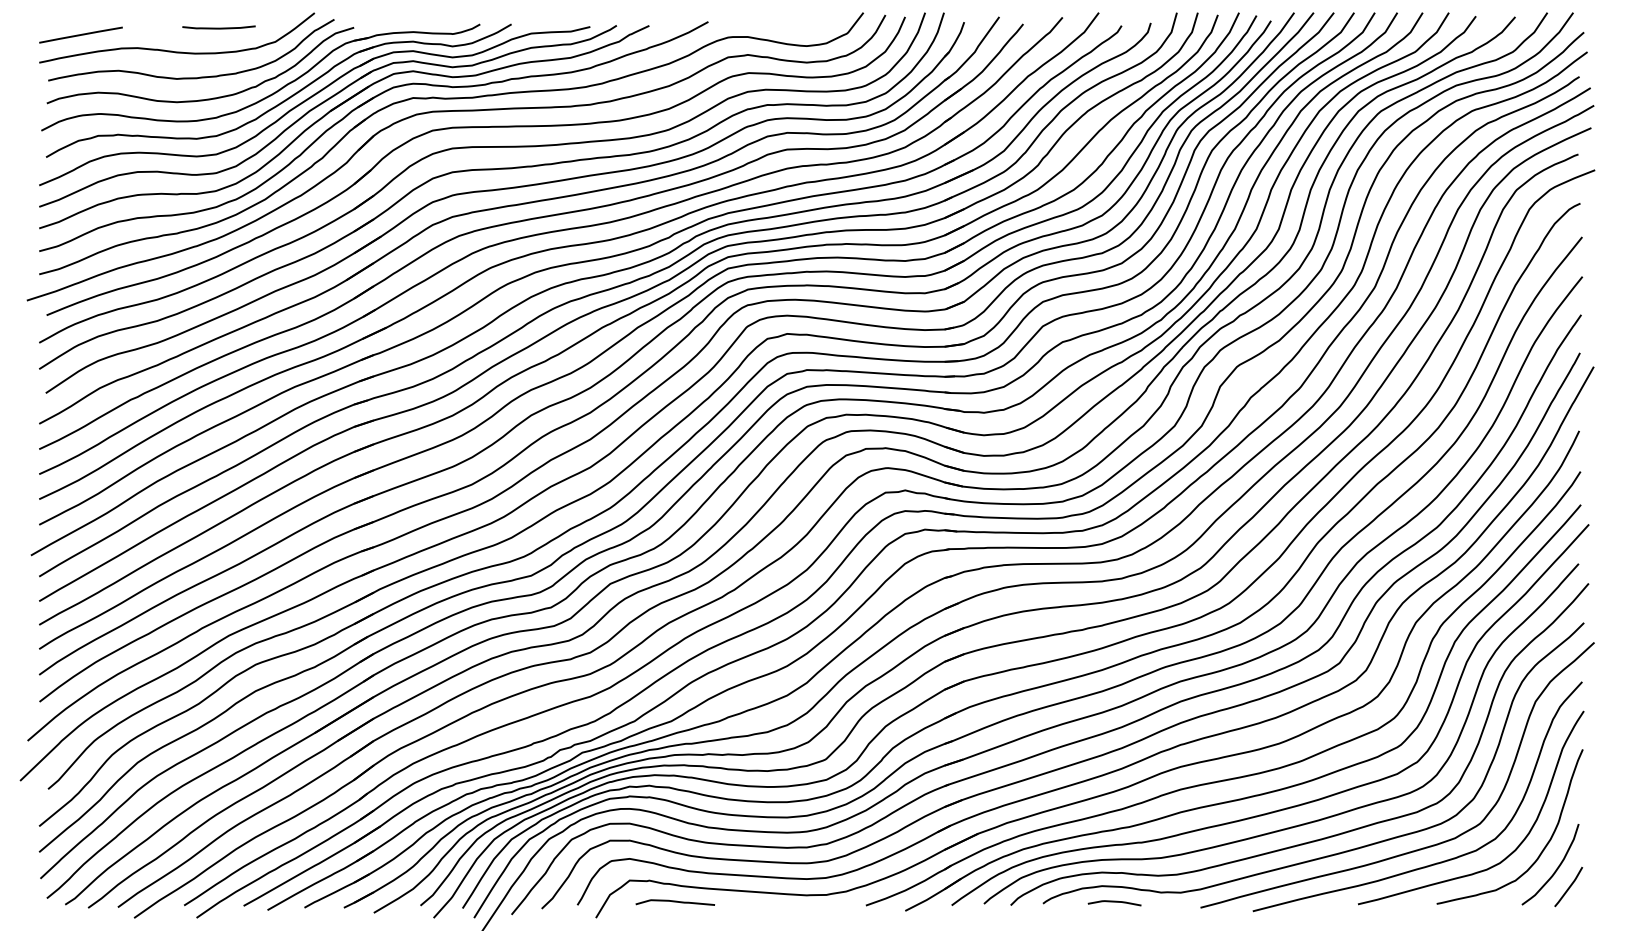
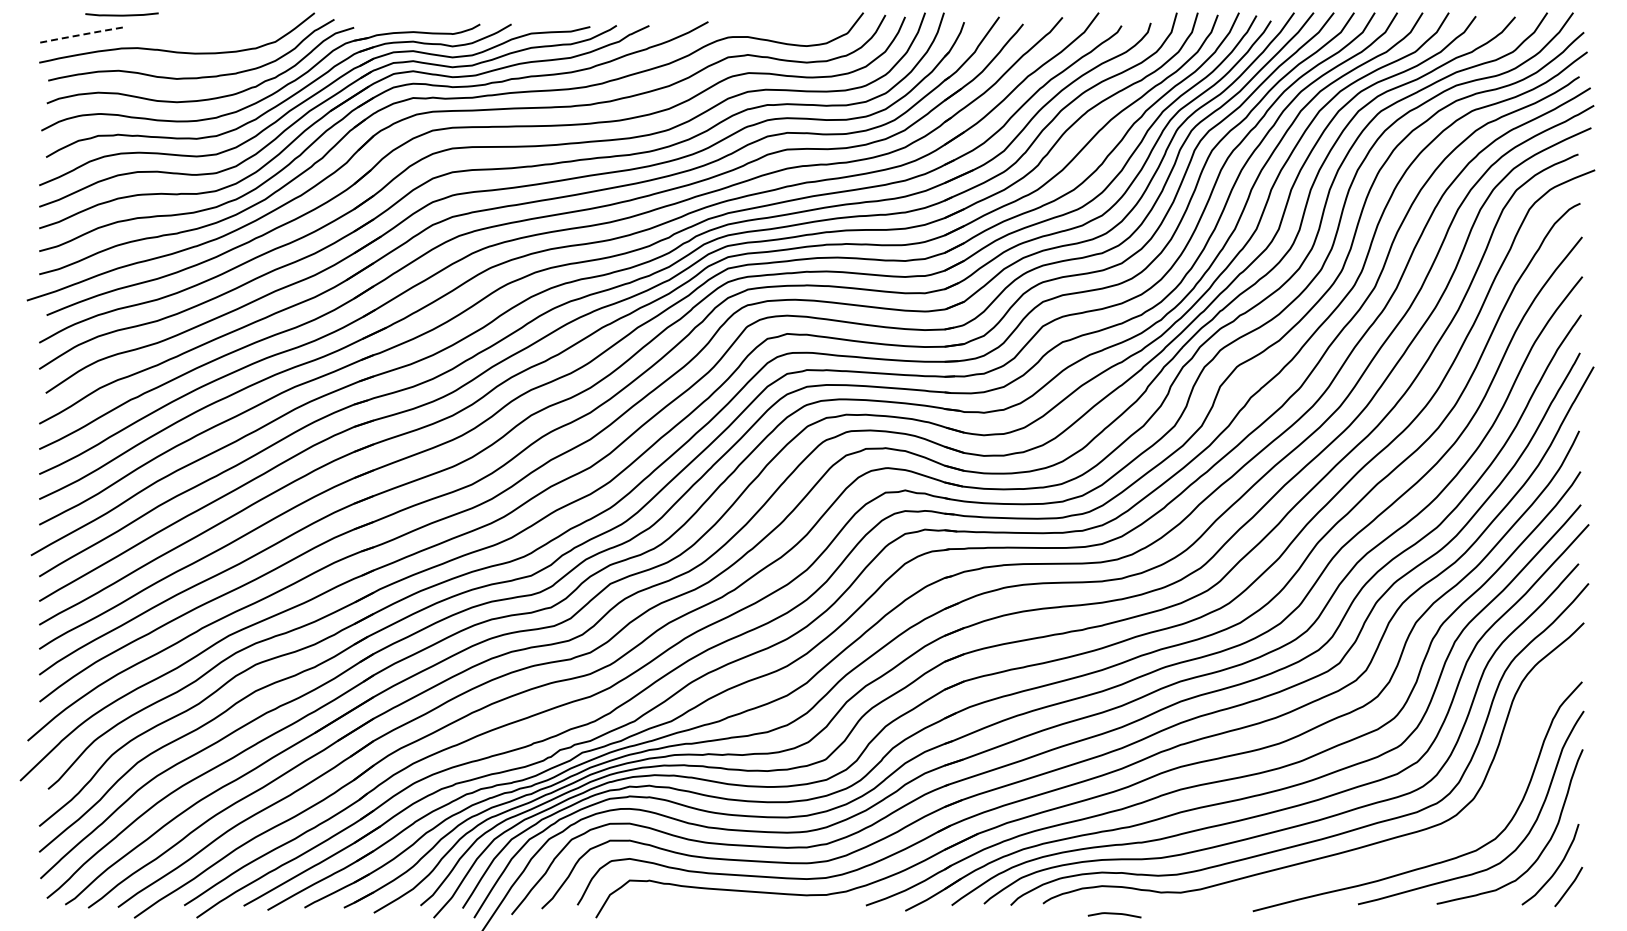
curve at (218, 27) position: (218, 27) -> (121, 14)
line at (80, 35): solid -> dashed
curve at (1415, 849): present -> none
curve at (674, 902): present -> none
curve at (1114, 902) position: (1114, 902) -> (1114, 914)
